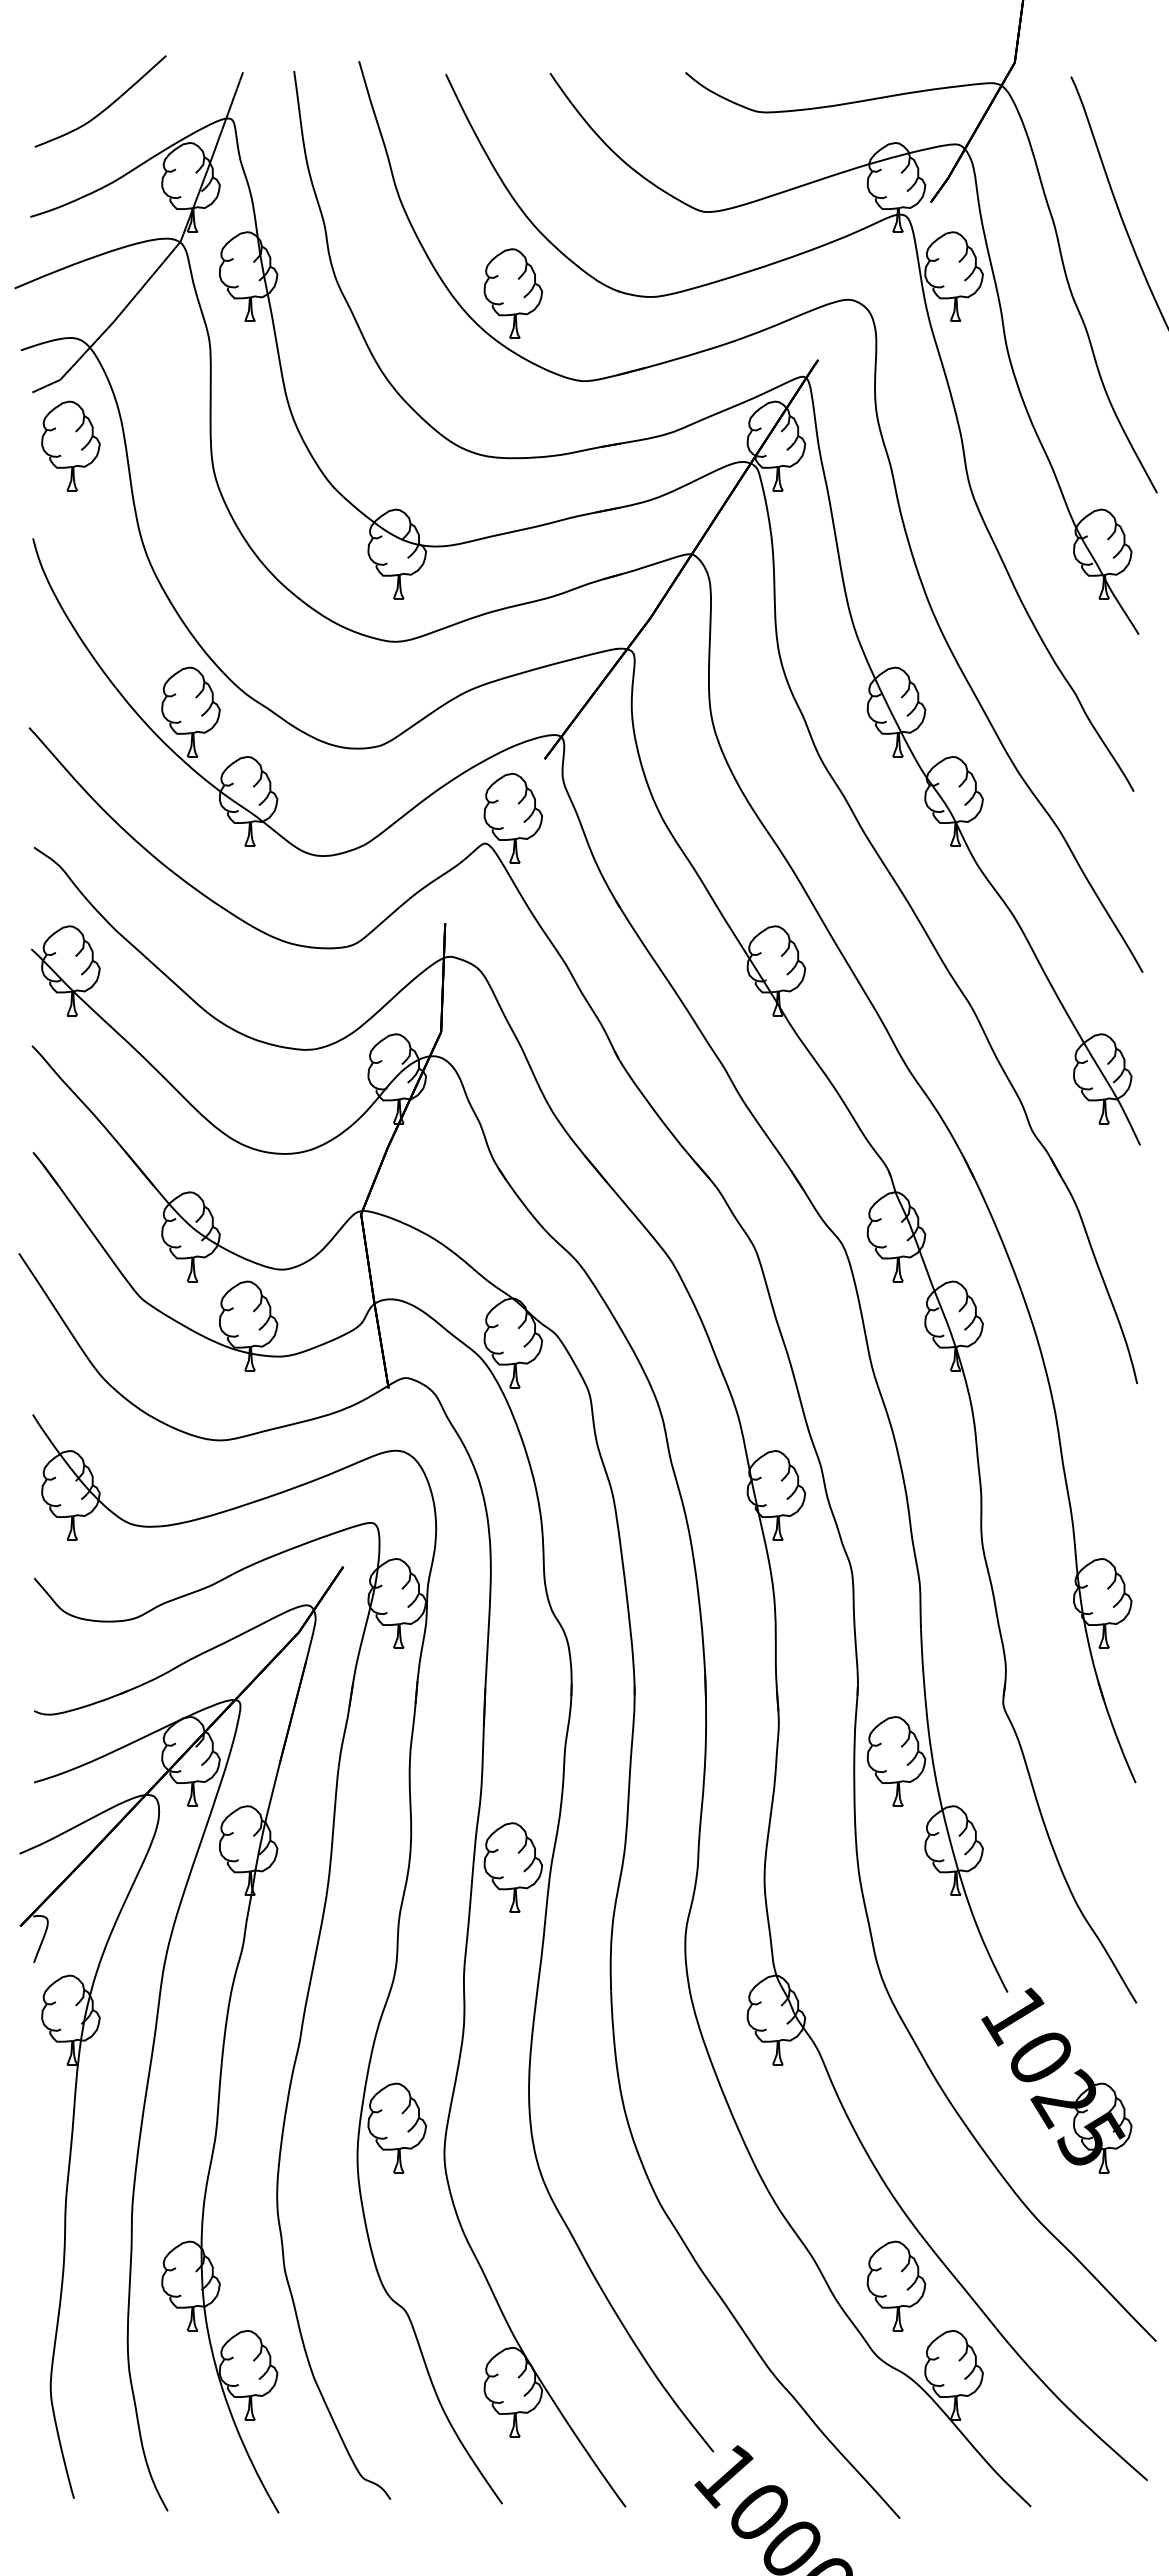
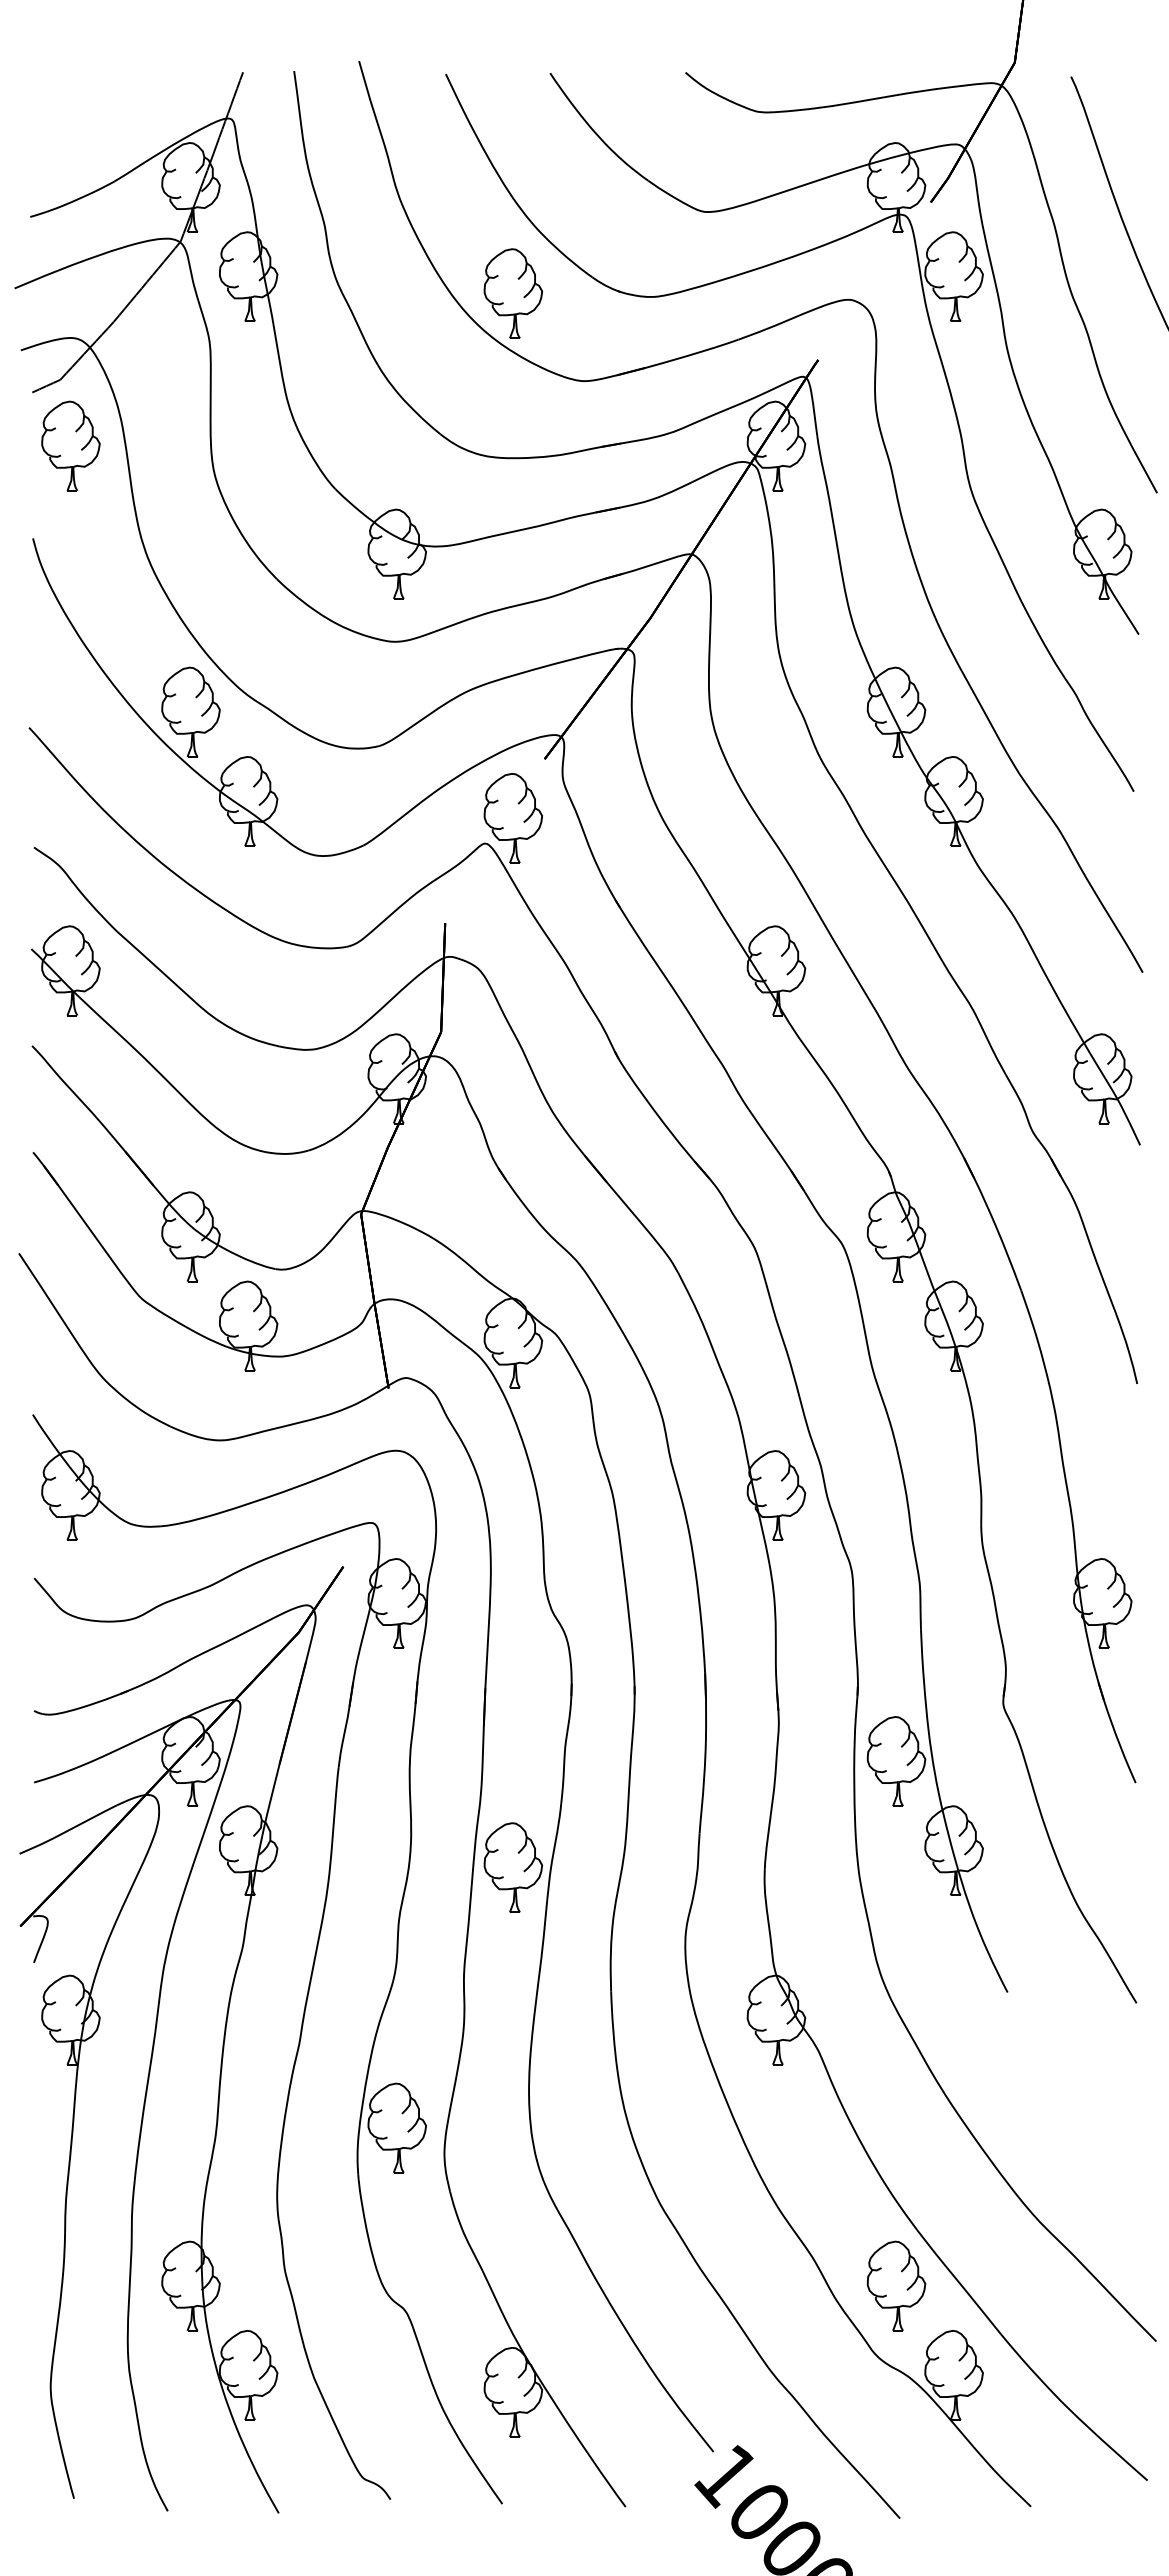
curve at (106, 107): present -> none
part at (1050, 2074): present -> none
